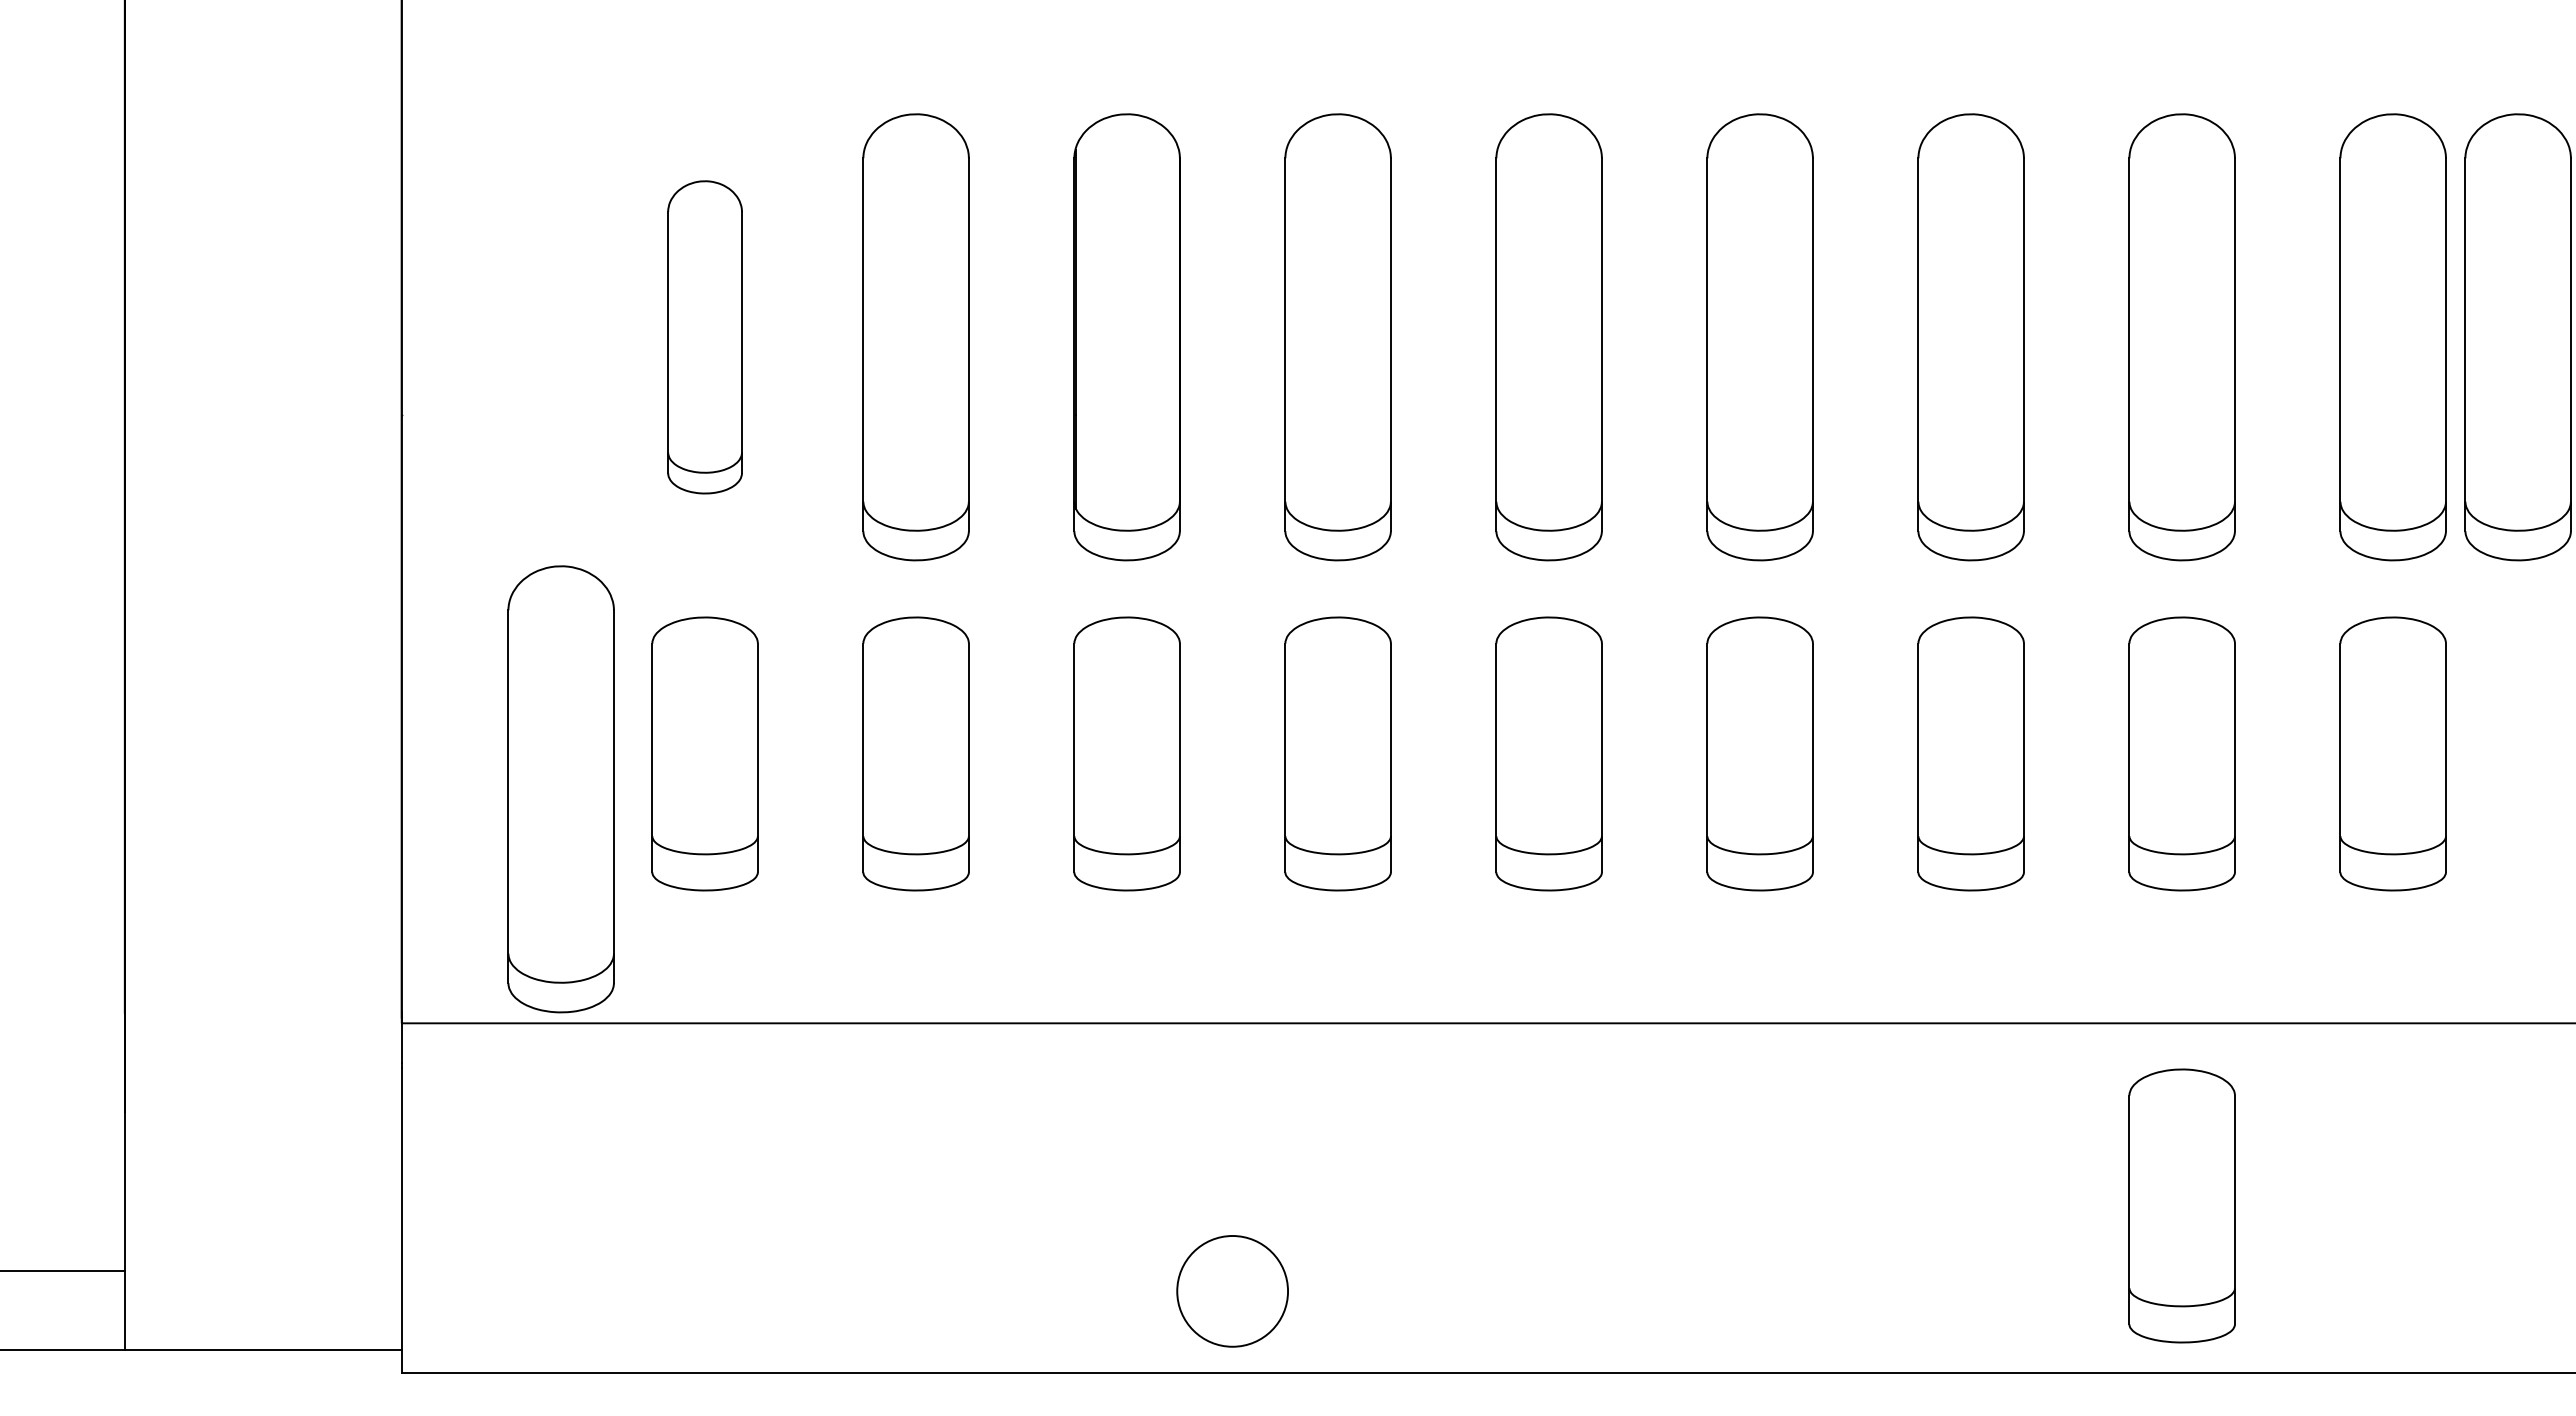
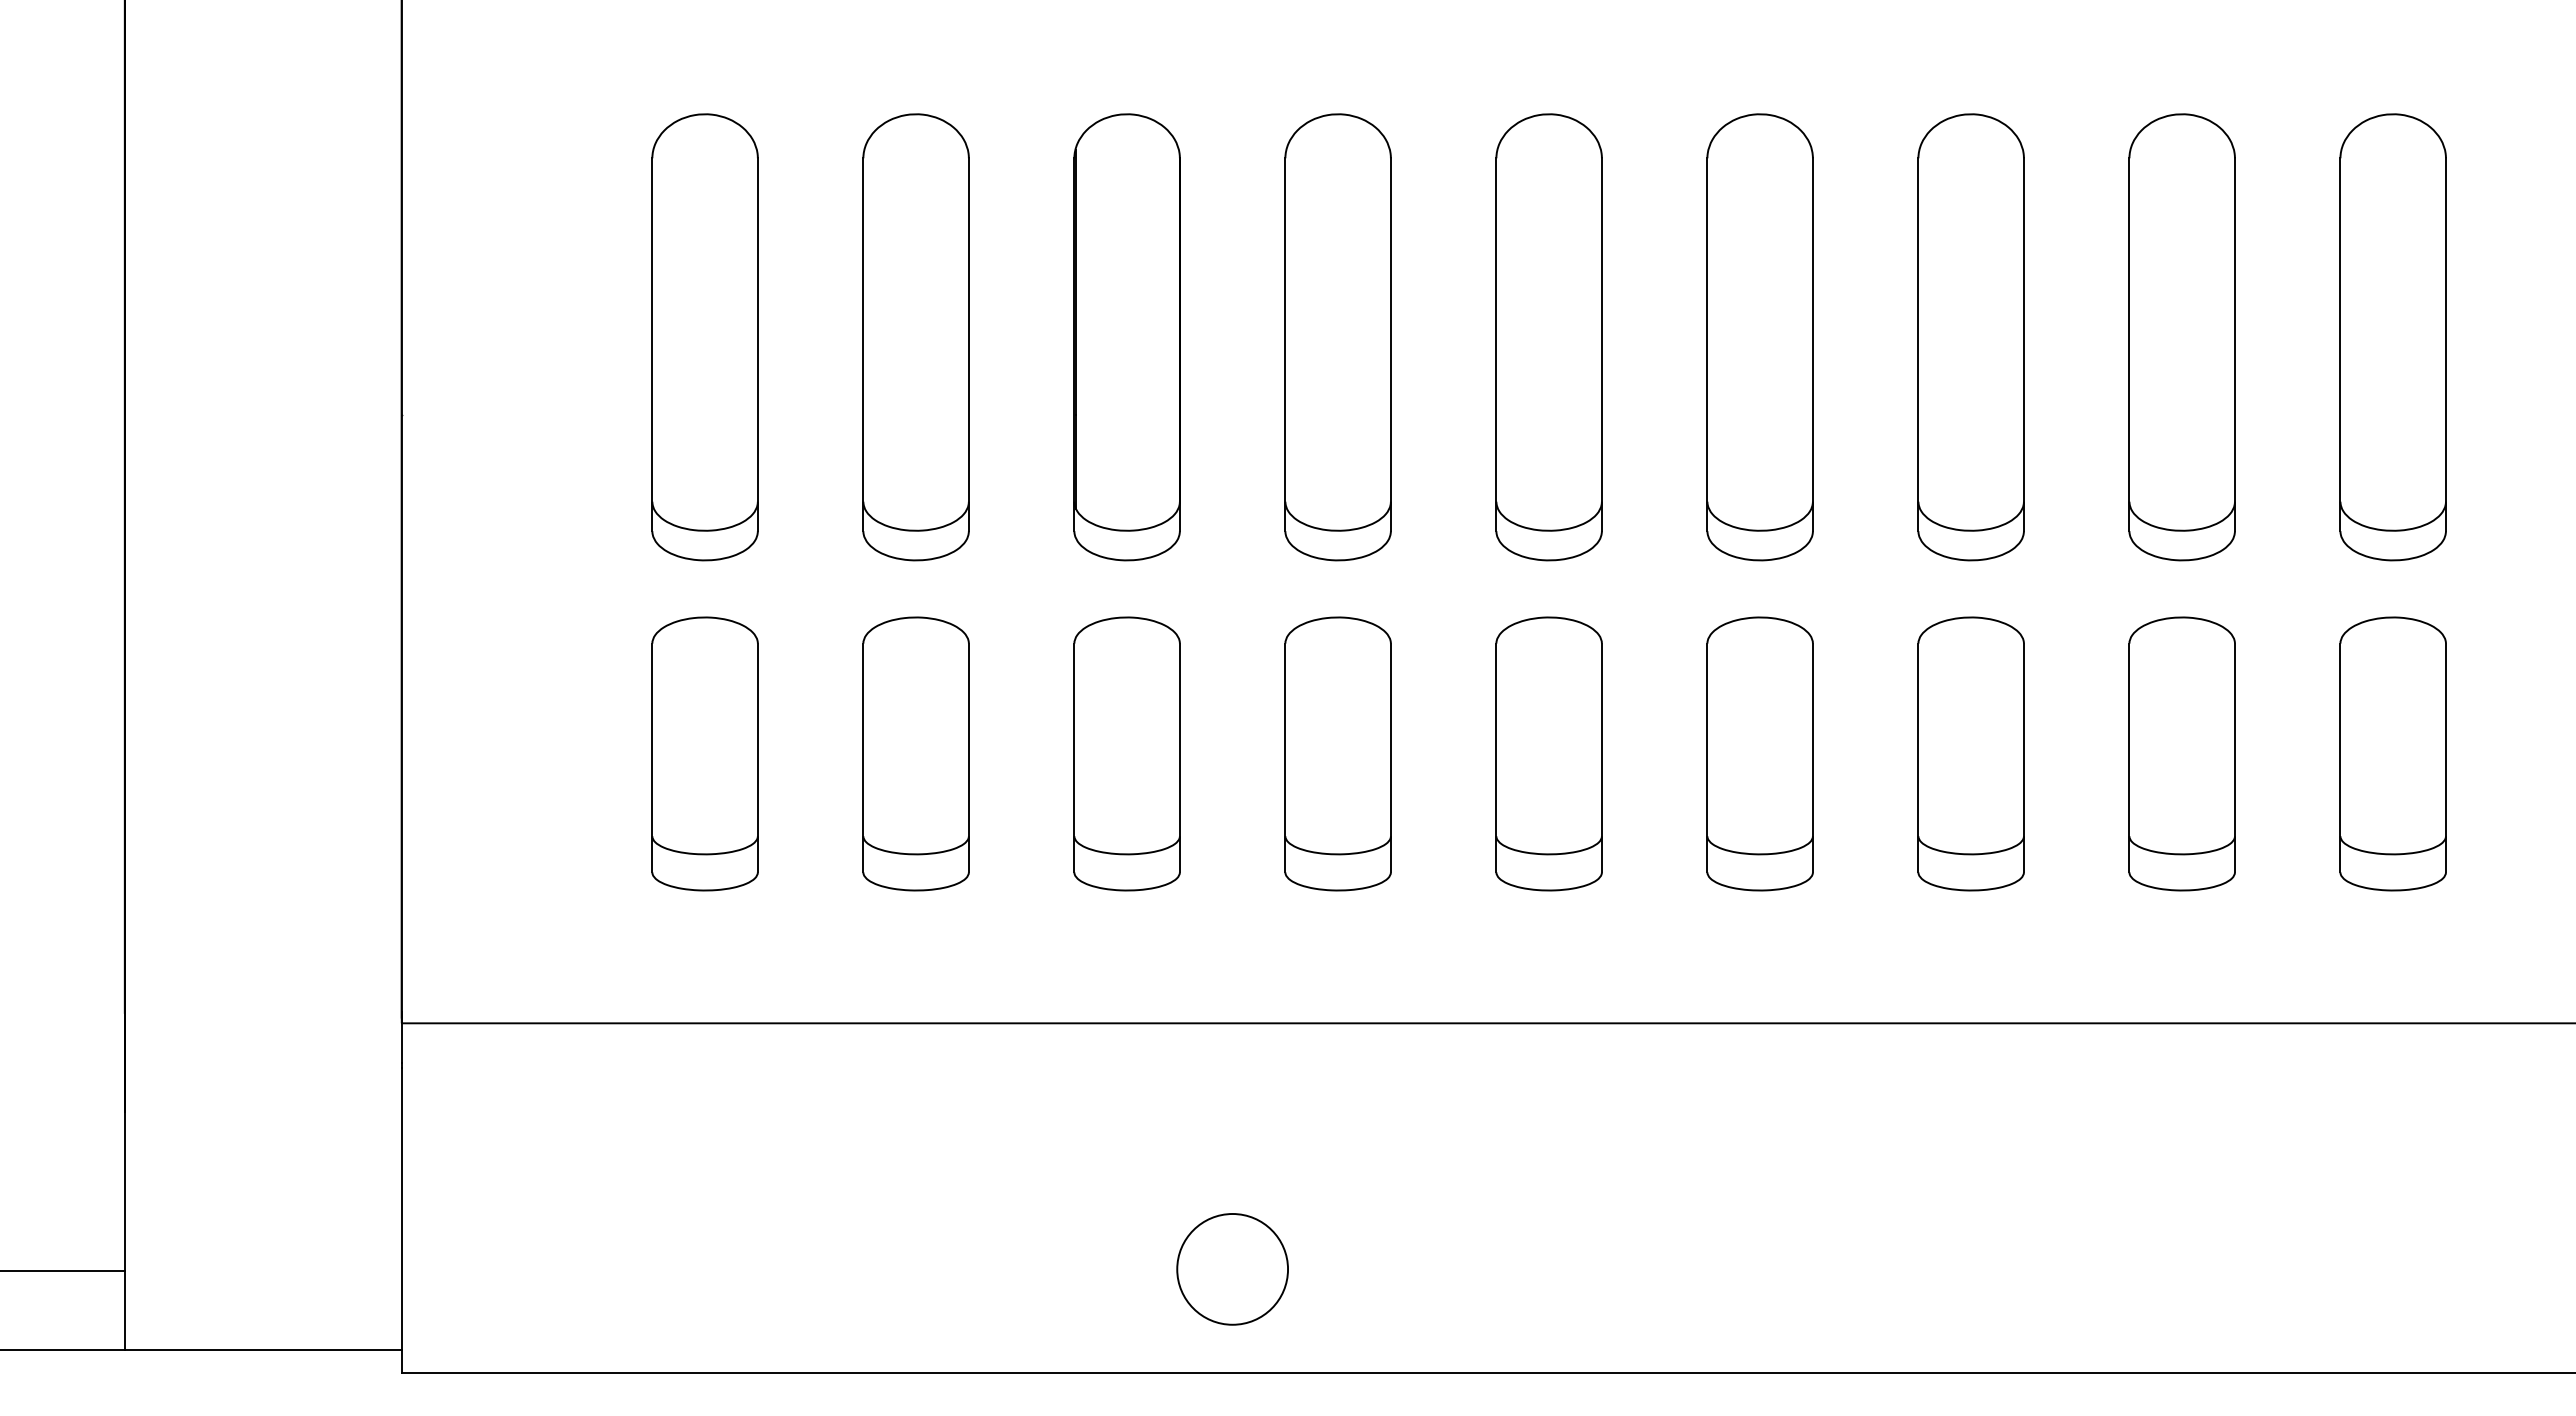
part at (704, 337) size: 76x315 px -> 108x449 px
part at (2517, 337): present -> none
part at (560, 789): present -> none
part at (2181, 1205): present -> none
circle at (1232, 1291) position: (1232, 1291) -> (1232, 1269)
